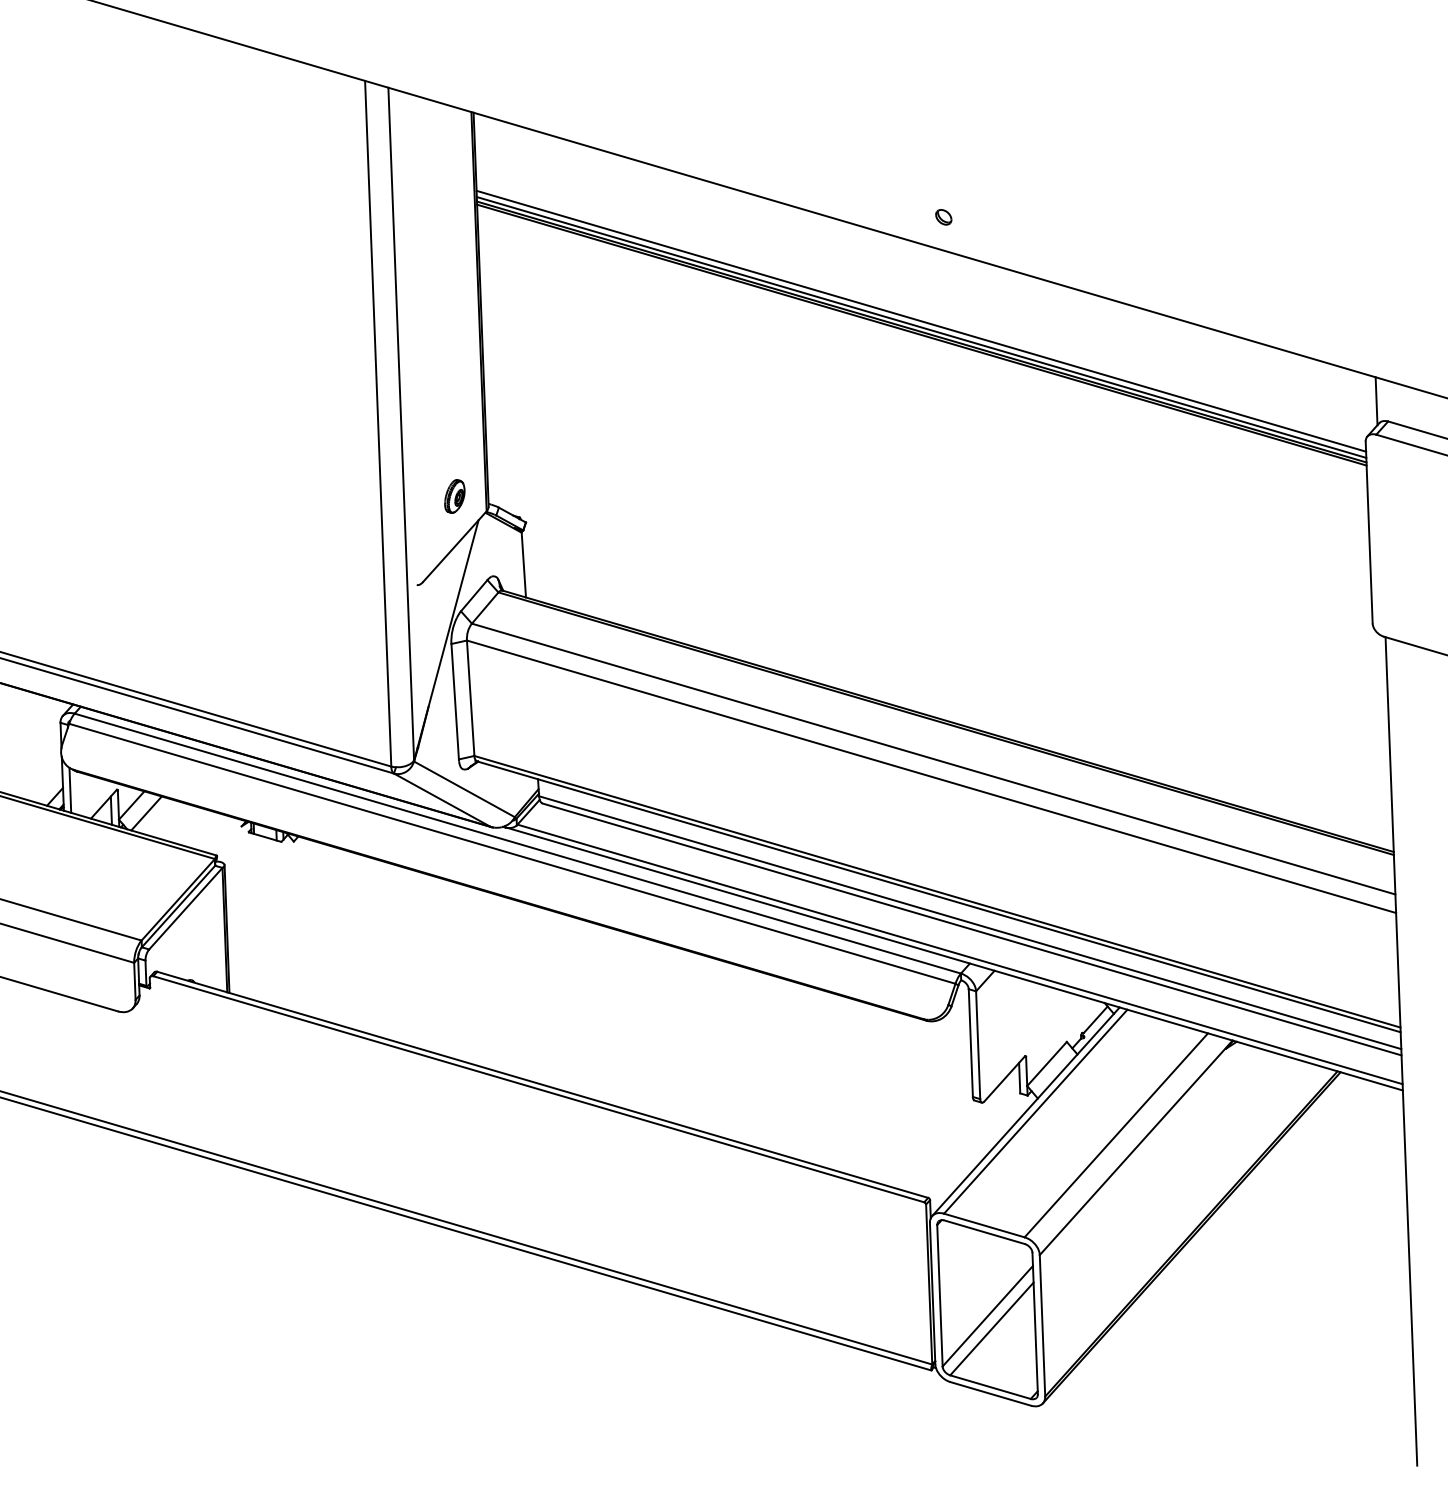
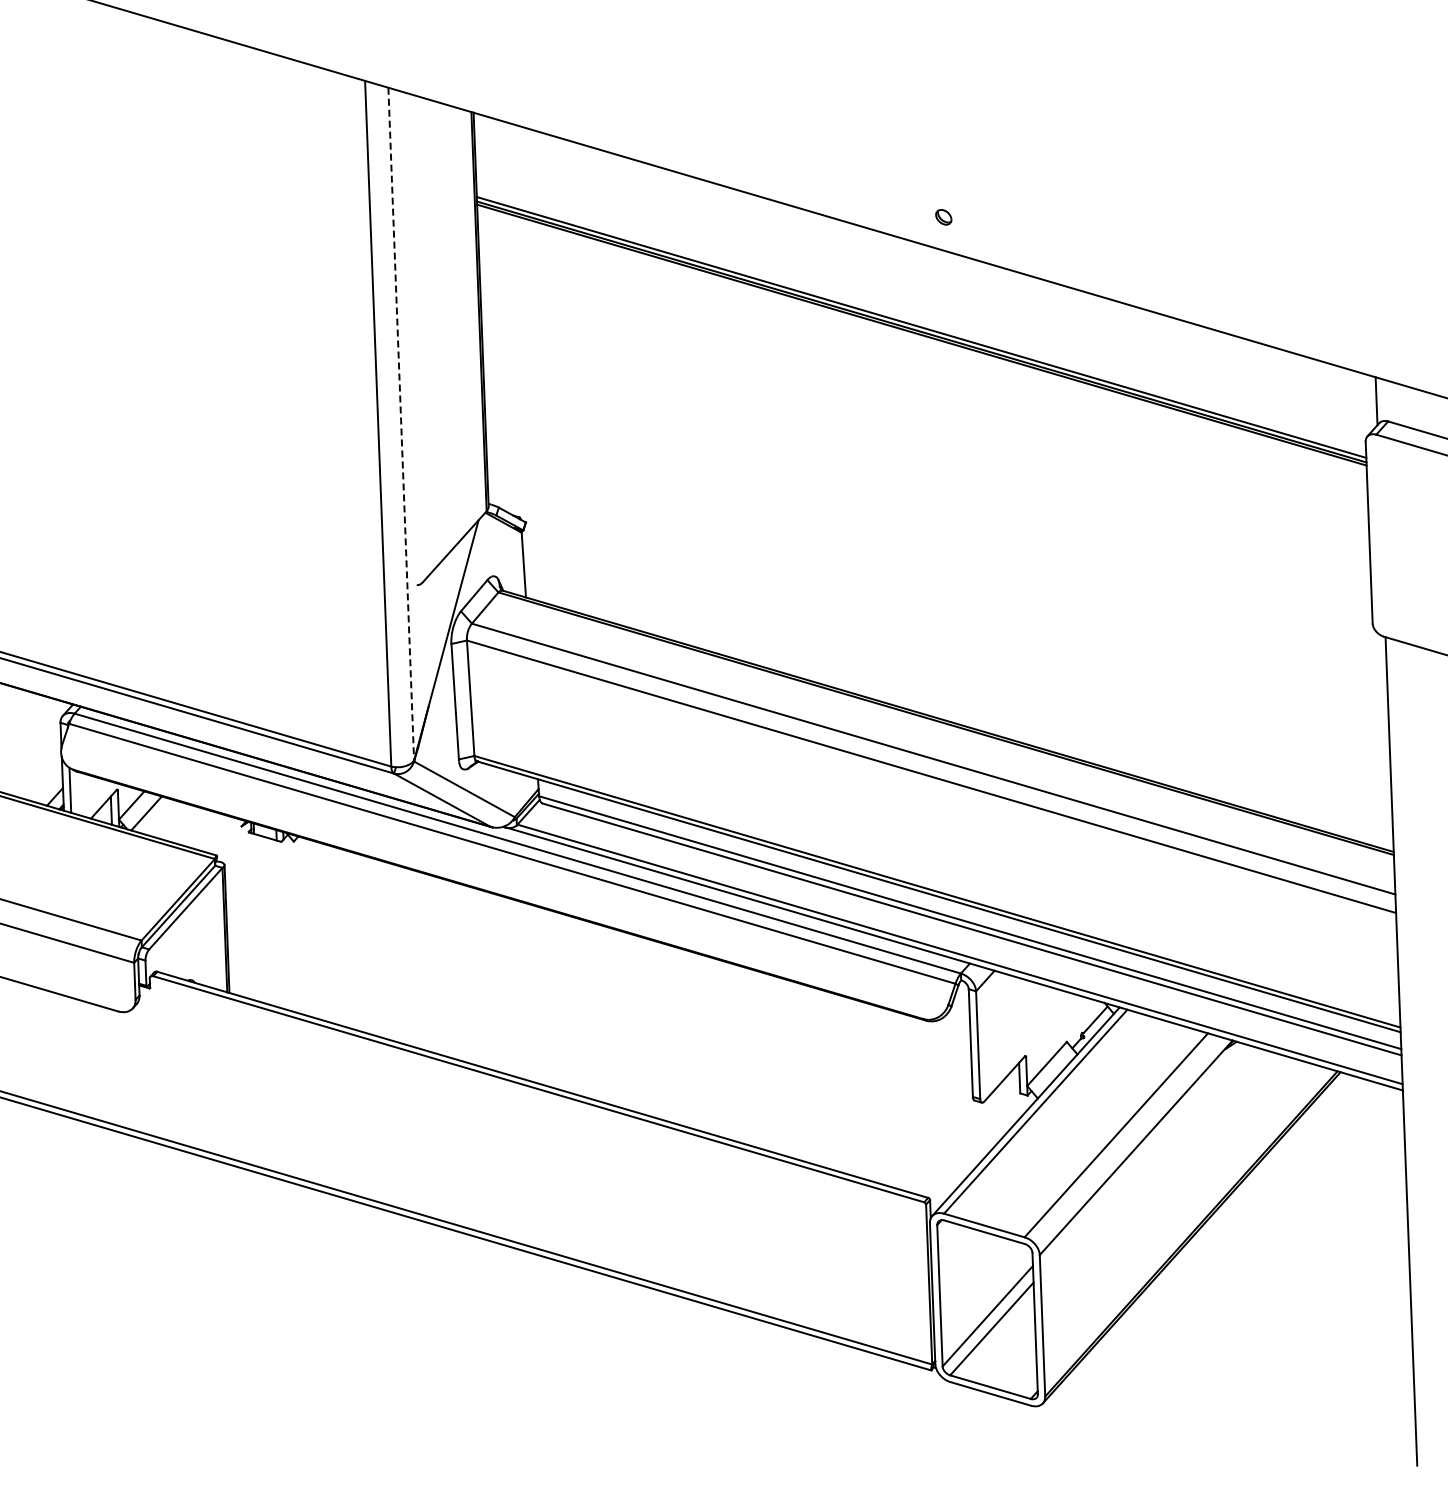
line at (921, 320): present -> none
line at (401, 424): solid -> dashed
part at (454, 496): present -> none
